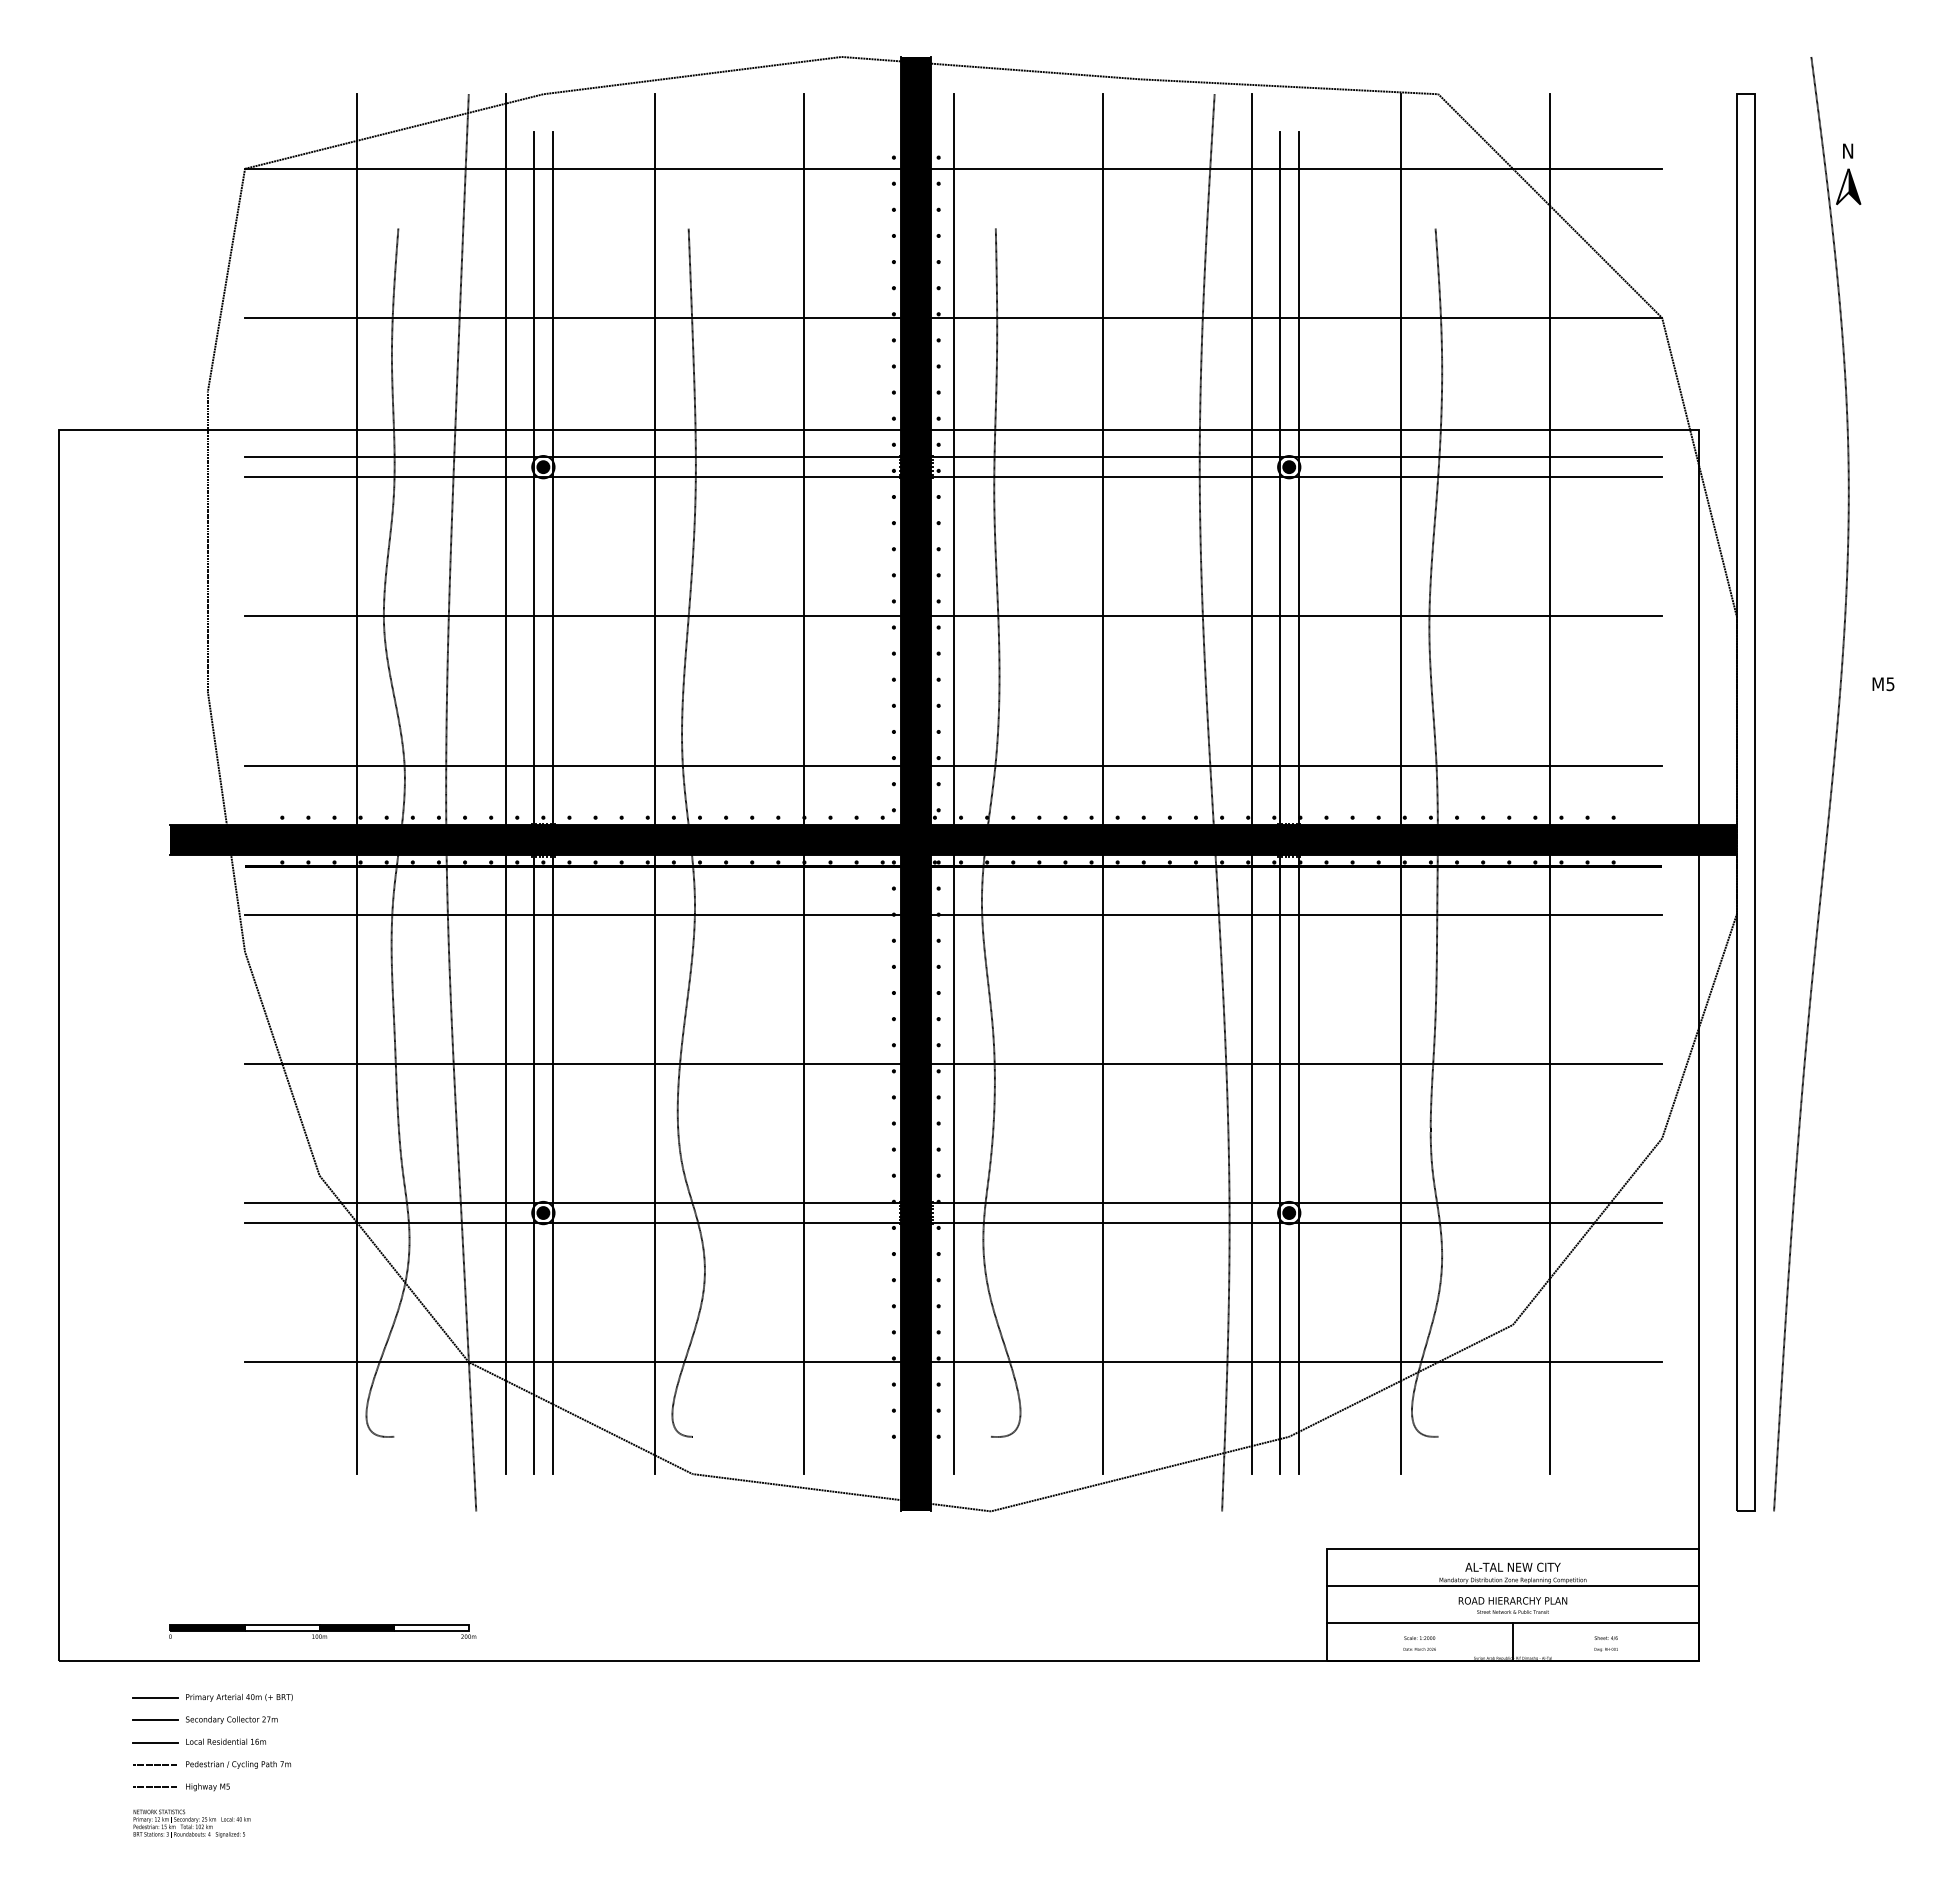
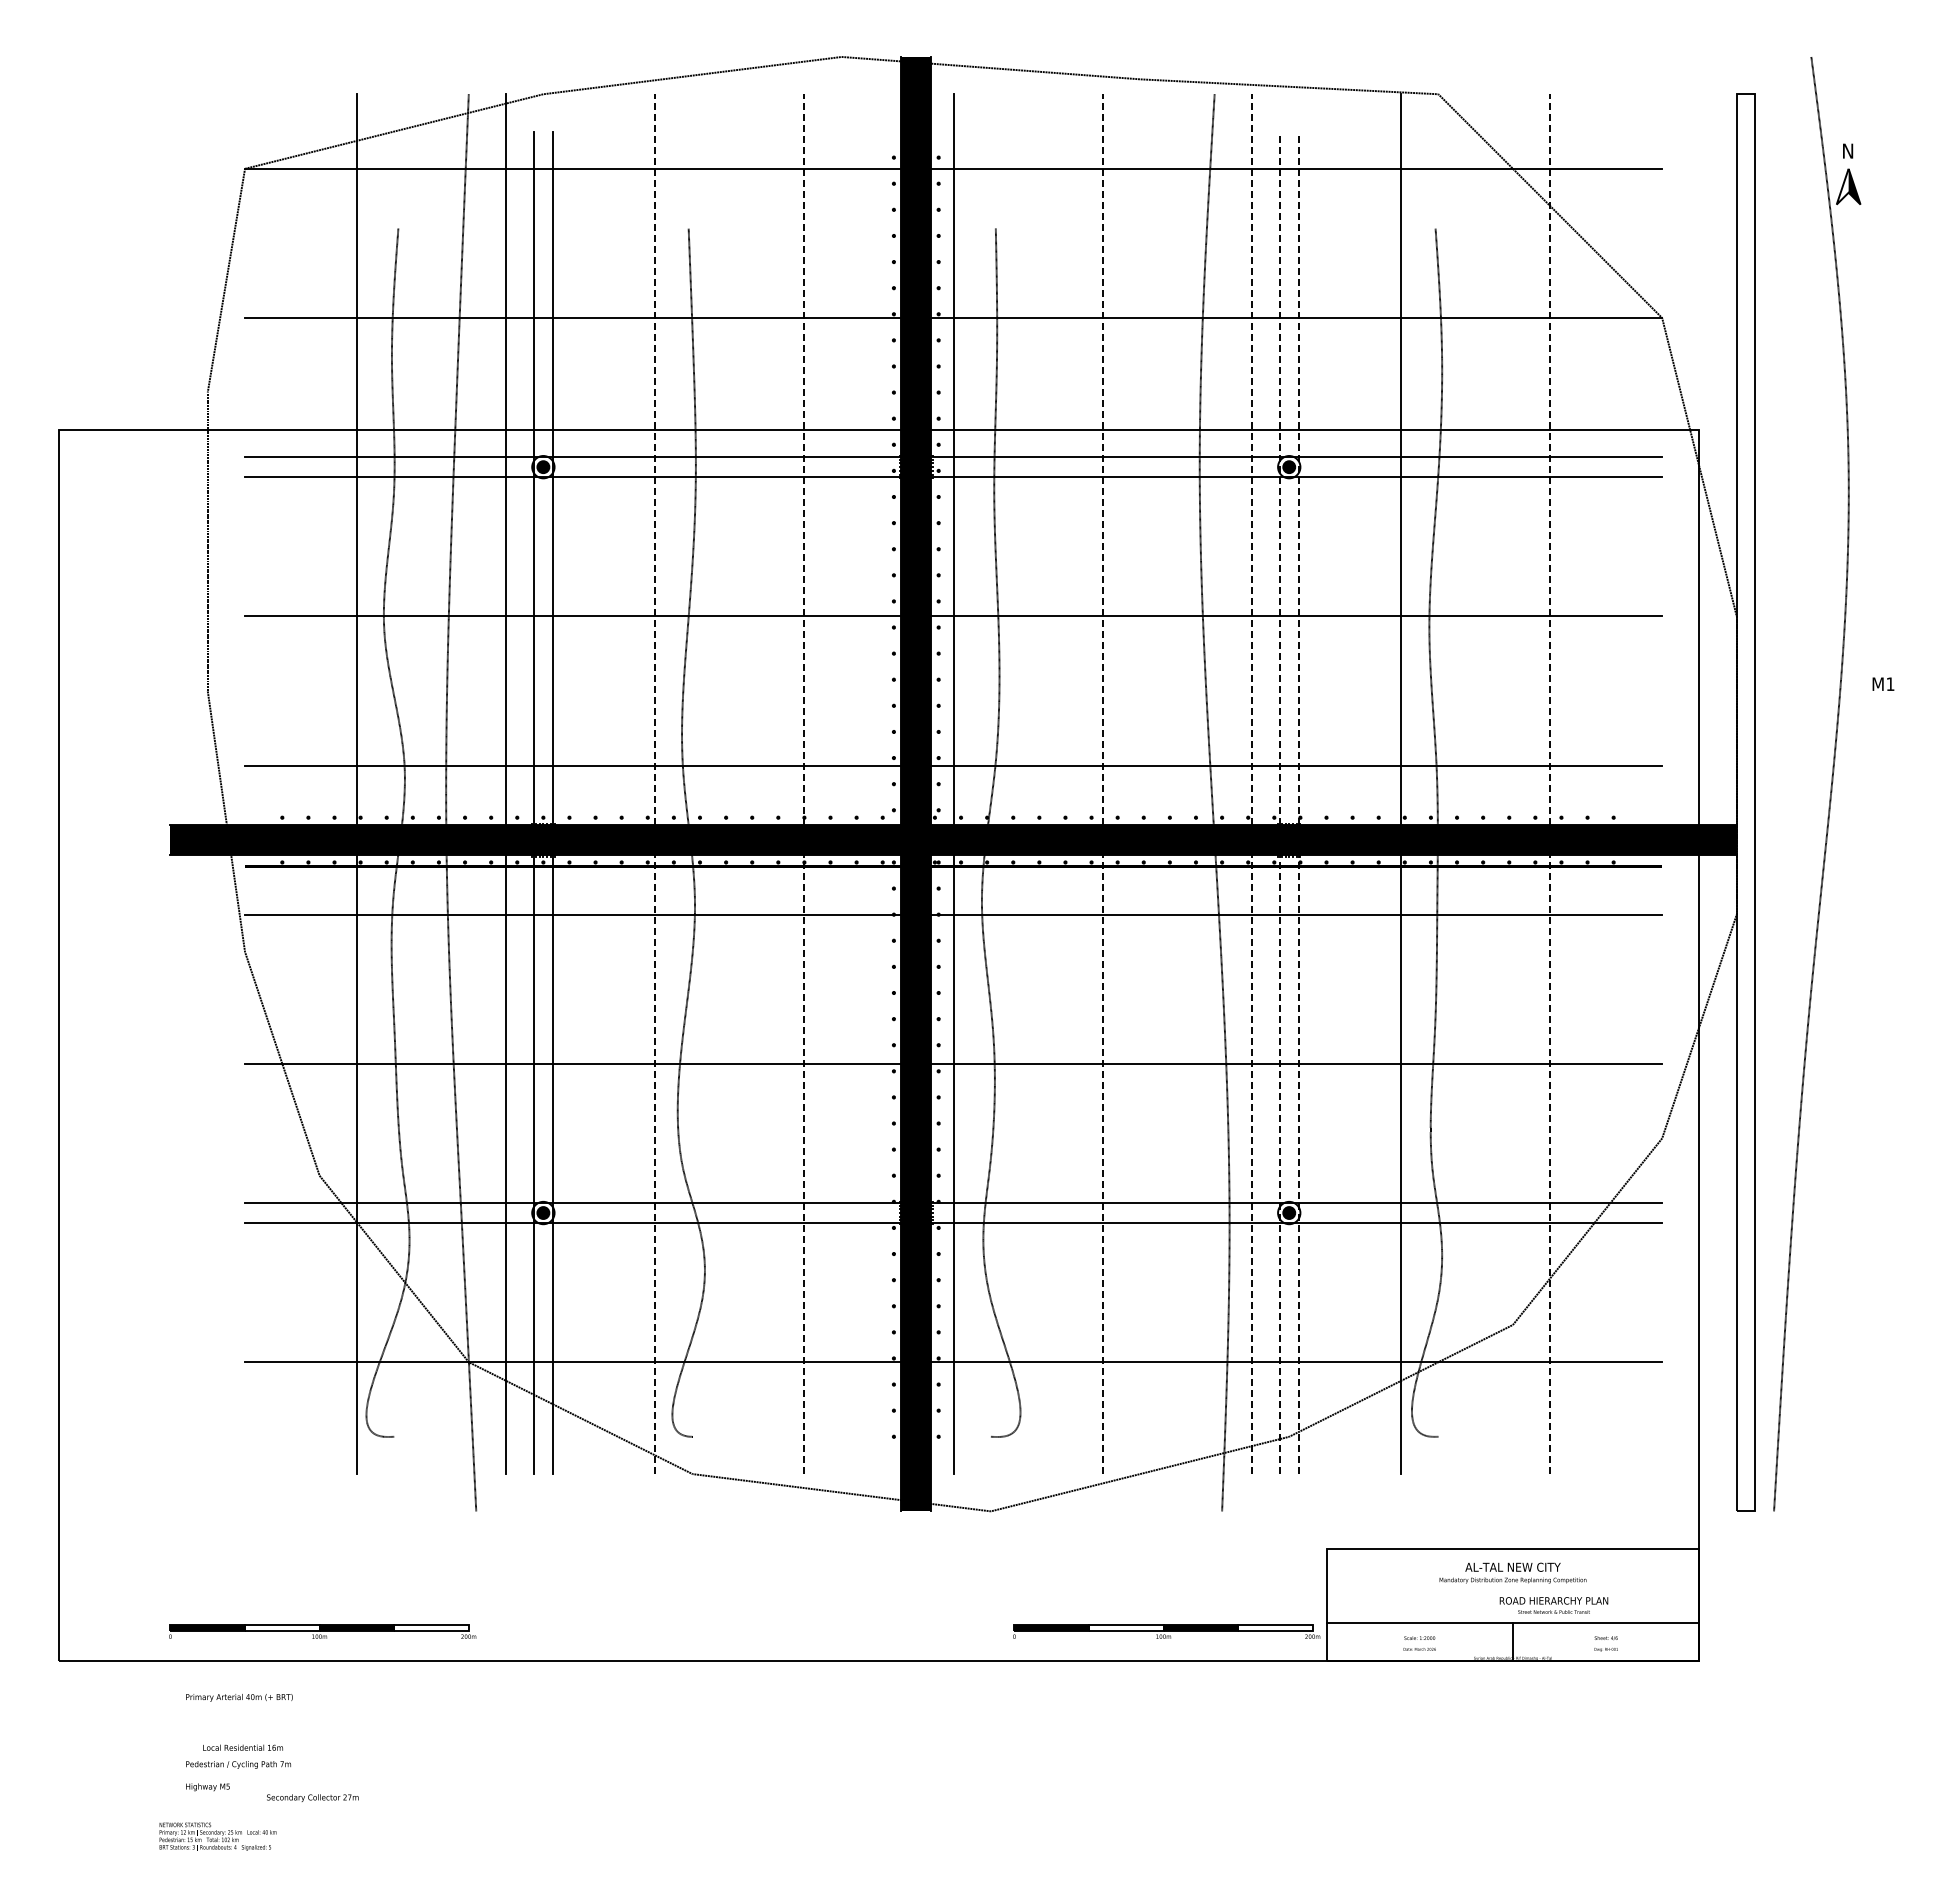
text at (1890, 684): M5 -> M1
line at (655, 784): solid -> dashed
line at (804, 784): solid -> dashed
line at (1102, 784): solid -> dashed
line at (1251, 784): solid -> dashed
line at (1550, 784): solid -> dashed
line at (1279, 802): solid -> dashed
line at (1298, 802): solid -> dashed
line at (1512, 1585): present -> none
text at (1512, 1605) position: (1512, 1605) -> (1553, 1605)
part at (1166, 1631): none -> present
line at (155, 1697): present -> none
text at (231, 1719) position: (231, 1719) -> (312, 1797)
line at (155, 1720): present -> none
text at (225, 1741) position: (225, 1741) -> (242, 1747)
line at (155, 1742): present -> none
line at (155, 1764): present -> none
line at (155, 1787): present -> none
text at (191, 1823) position: (191, 1823) -> (217, 1836)
